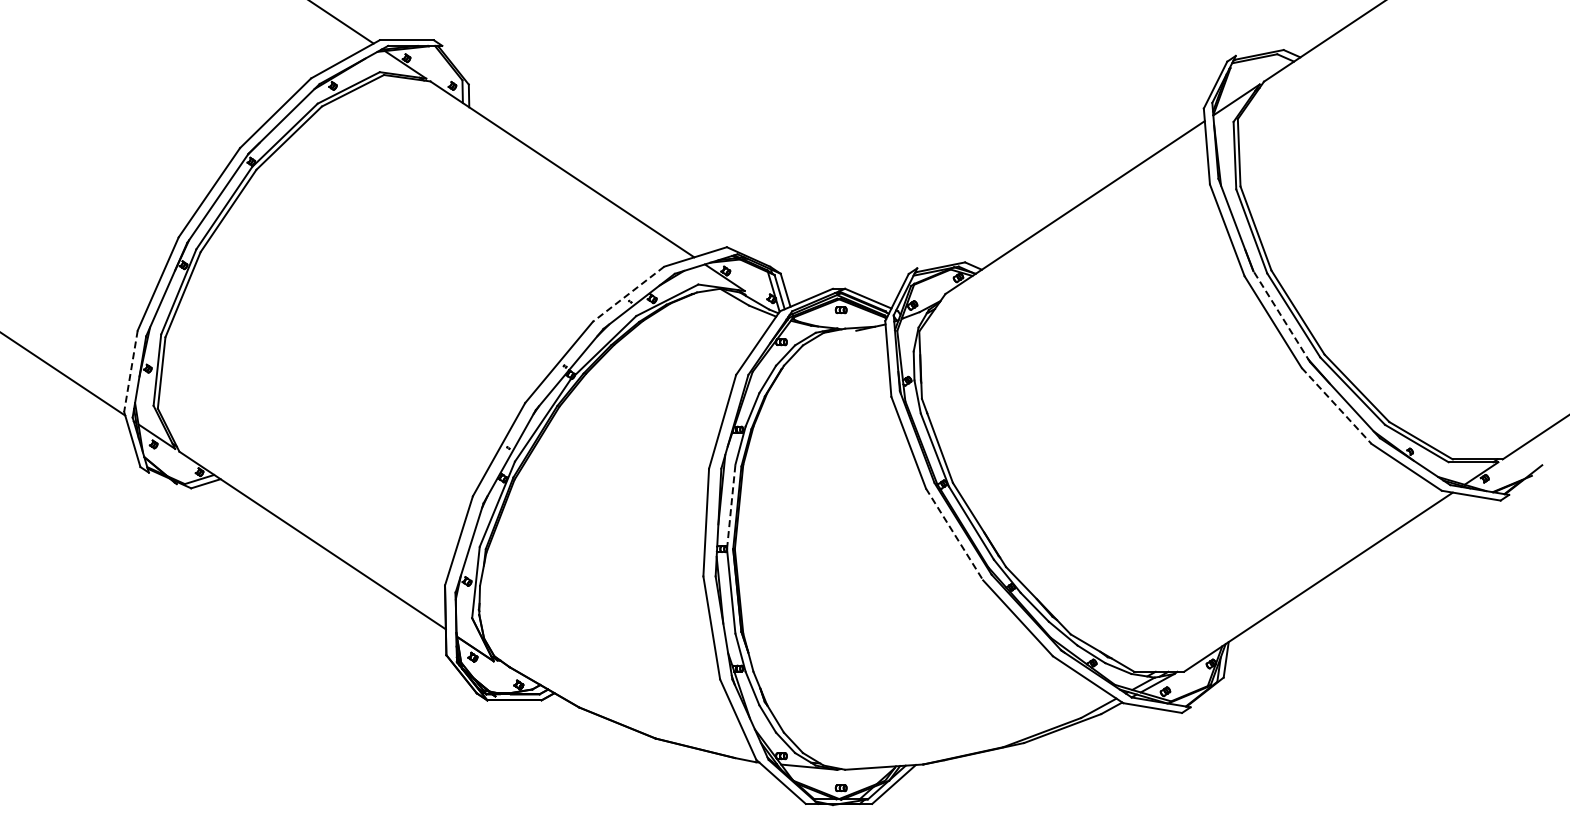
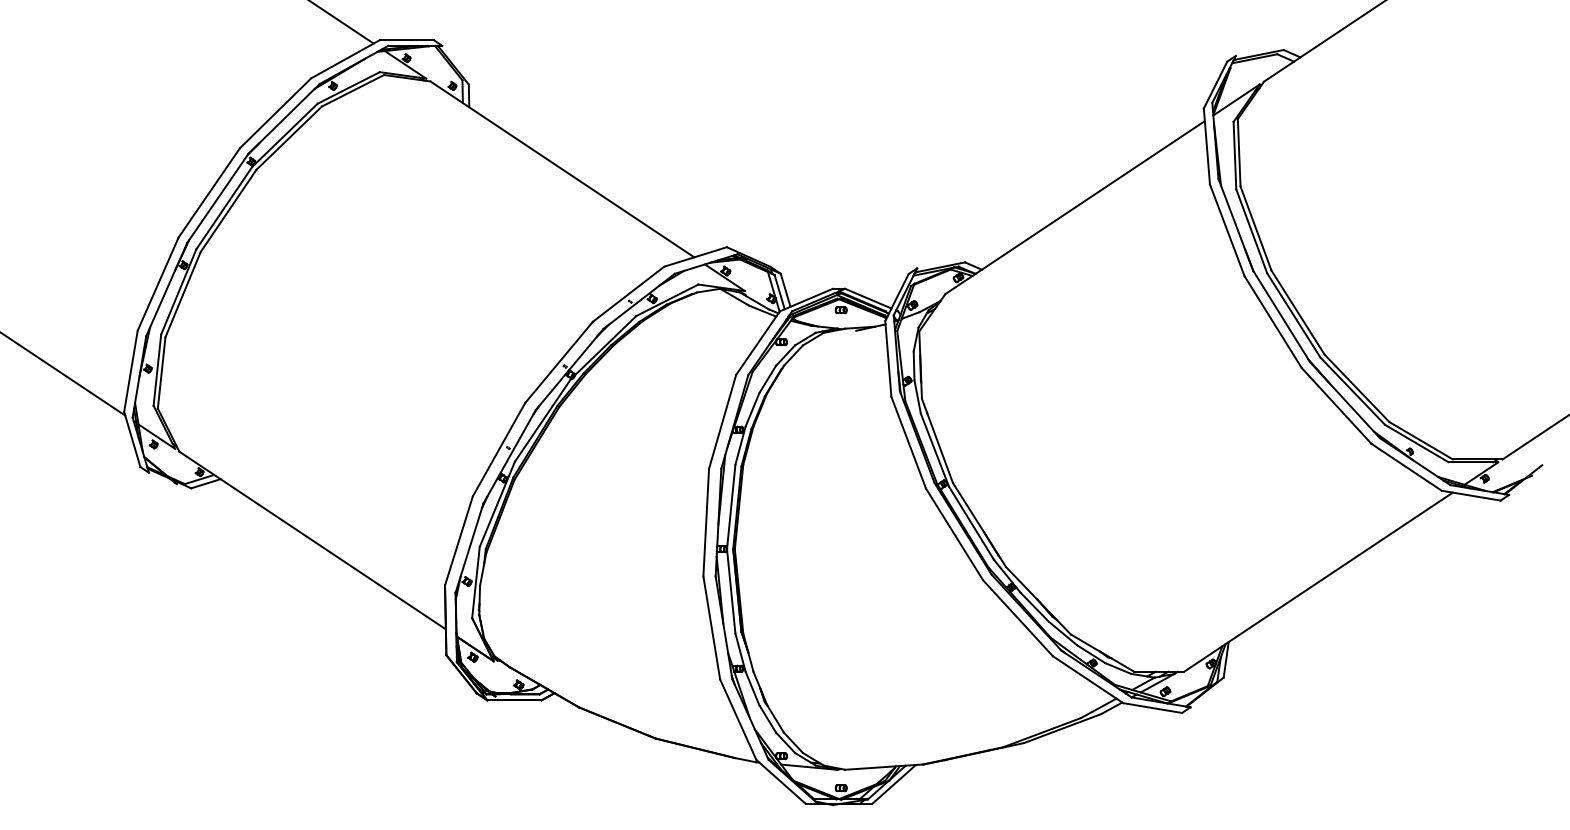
line at (628, 294): dashed -> solid
line at (1281, 316): dashed -> solid
line at (130, 371): dashed -> solid
line at (1336, 405): dashed -> solid
line at (731, 506): dashed -> solid
line at (954, 534): dashed -> solid
